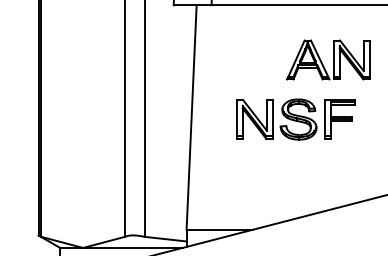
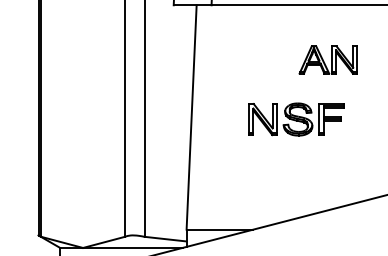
part at (328, 59) size: 85x42 px -> 60x30 px
part at (295, 119) size: 120x43 px -> 97x35 px
